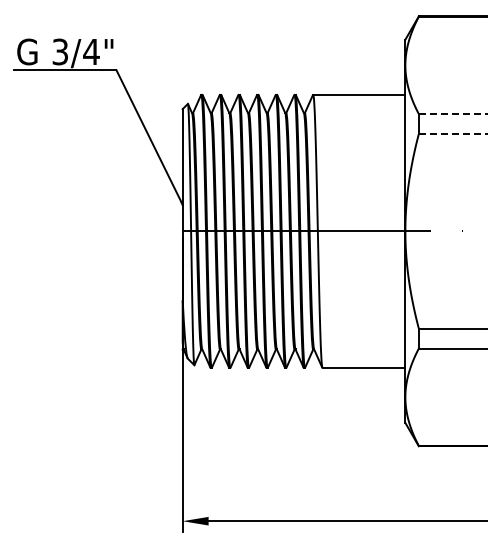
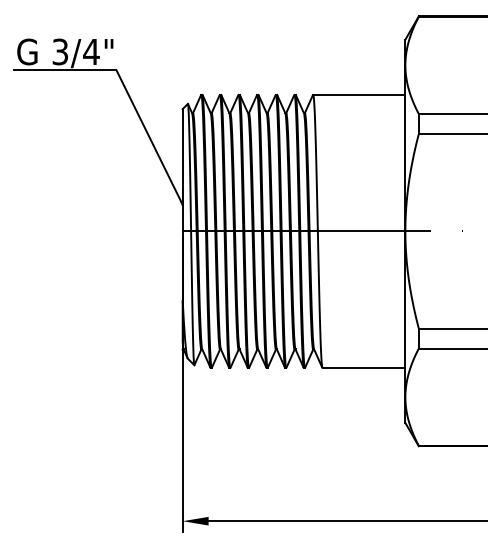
line at (452, 114): dashed -> solid
line at (453, 134): dashed -> solid
